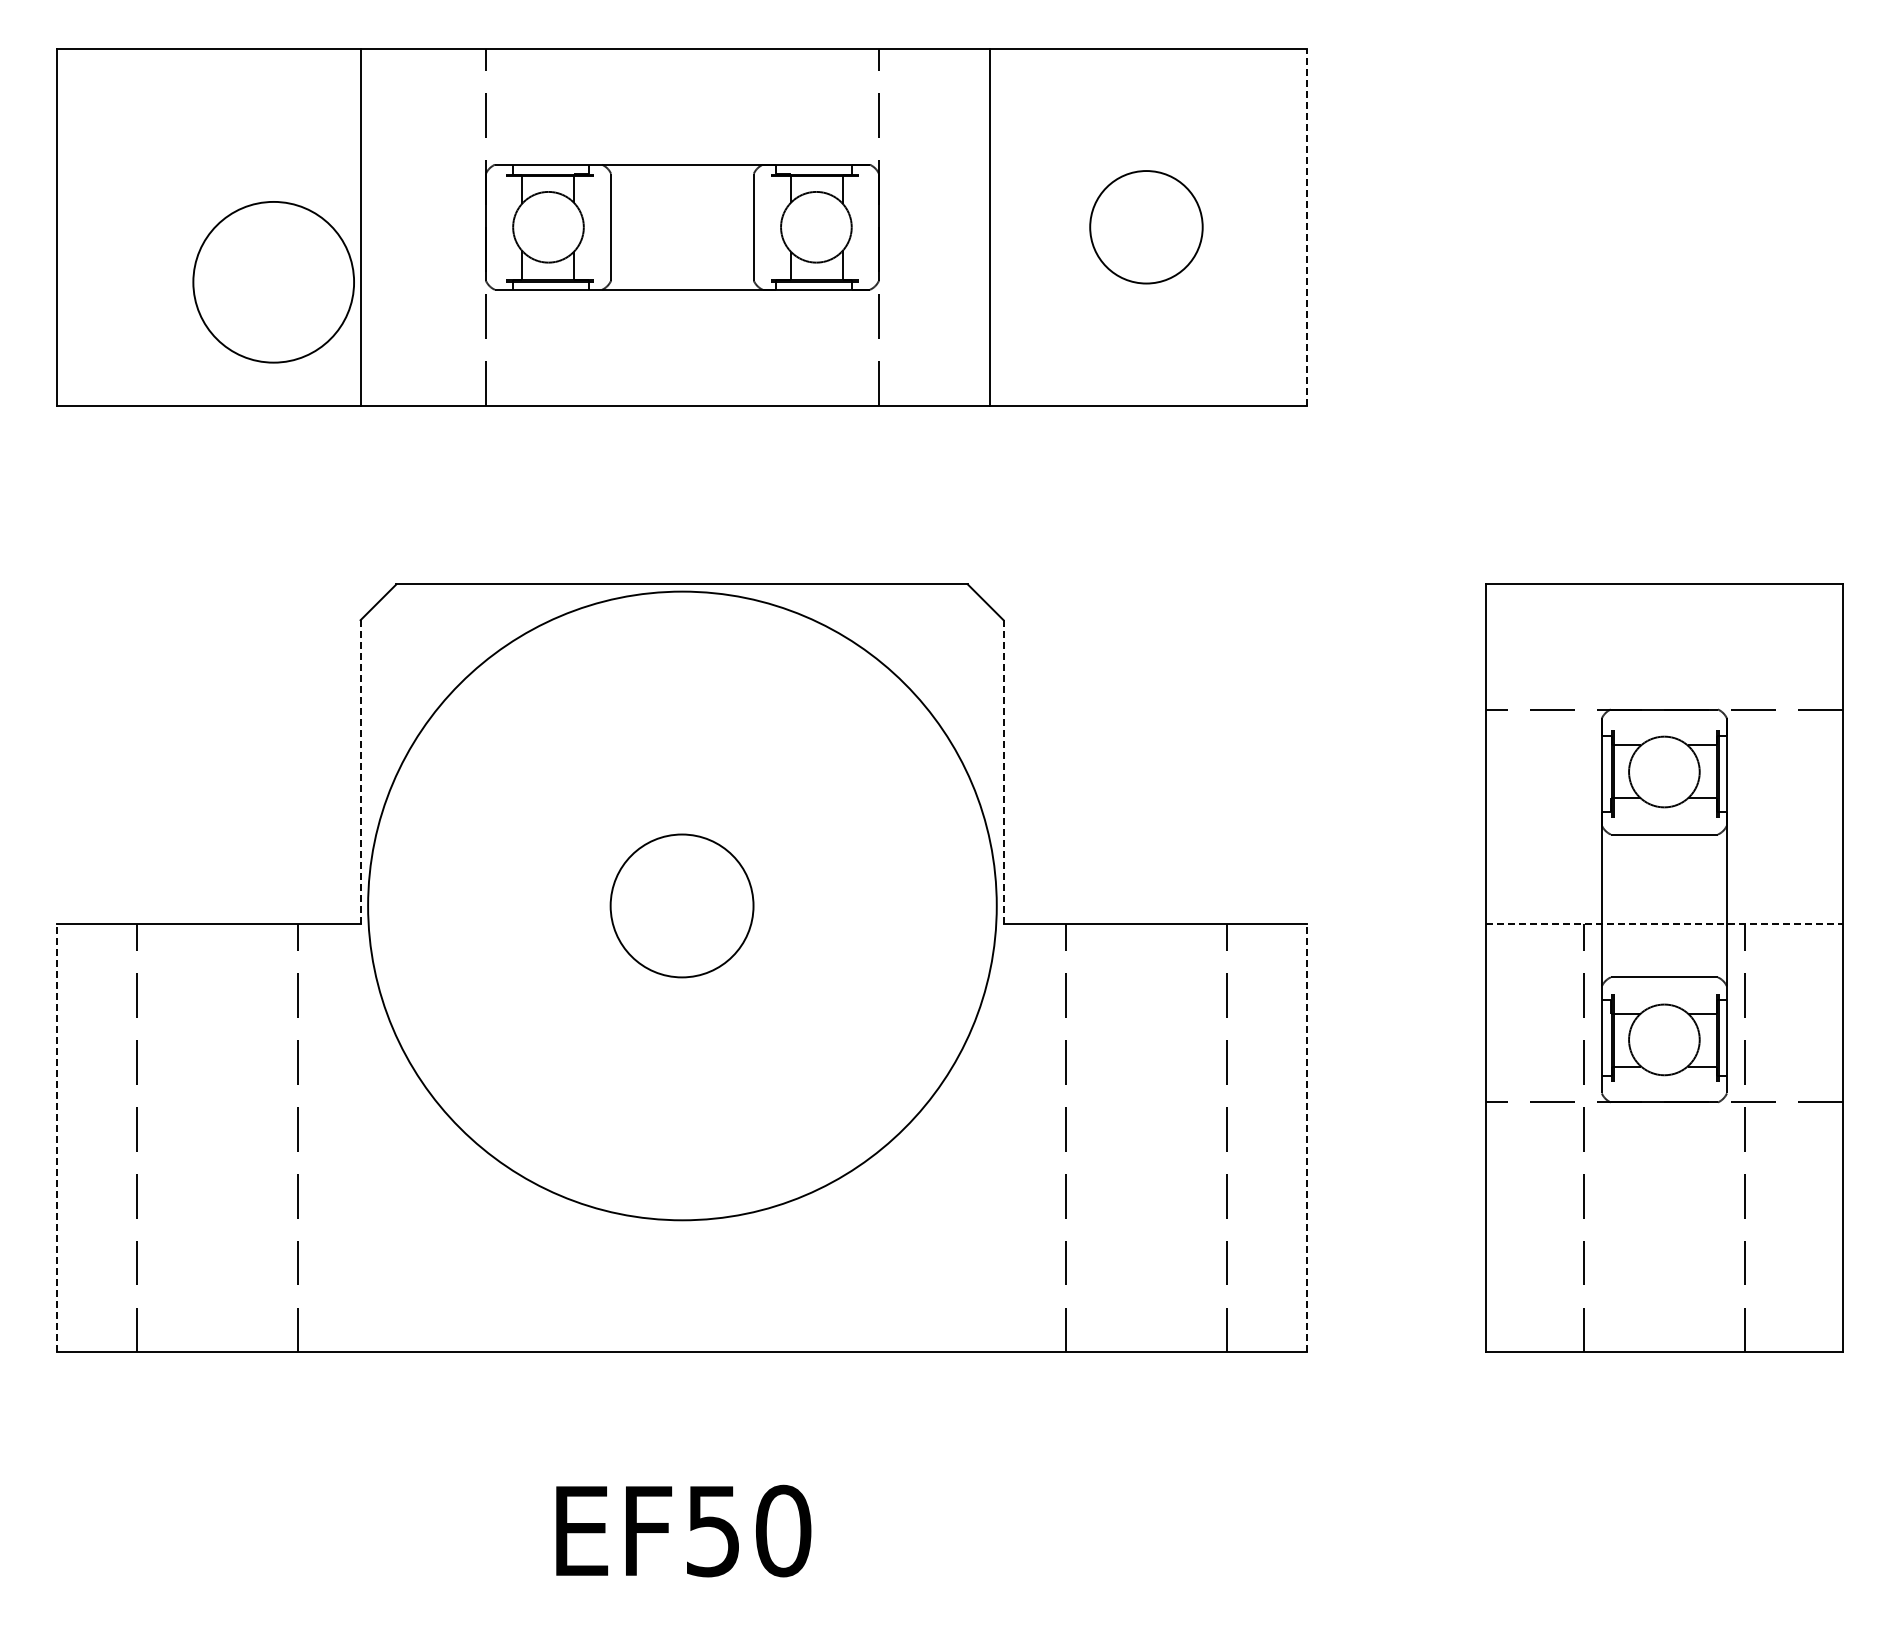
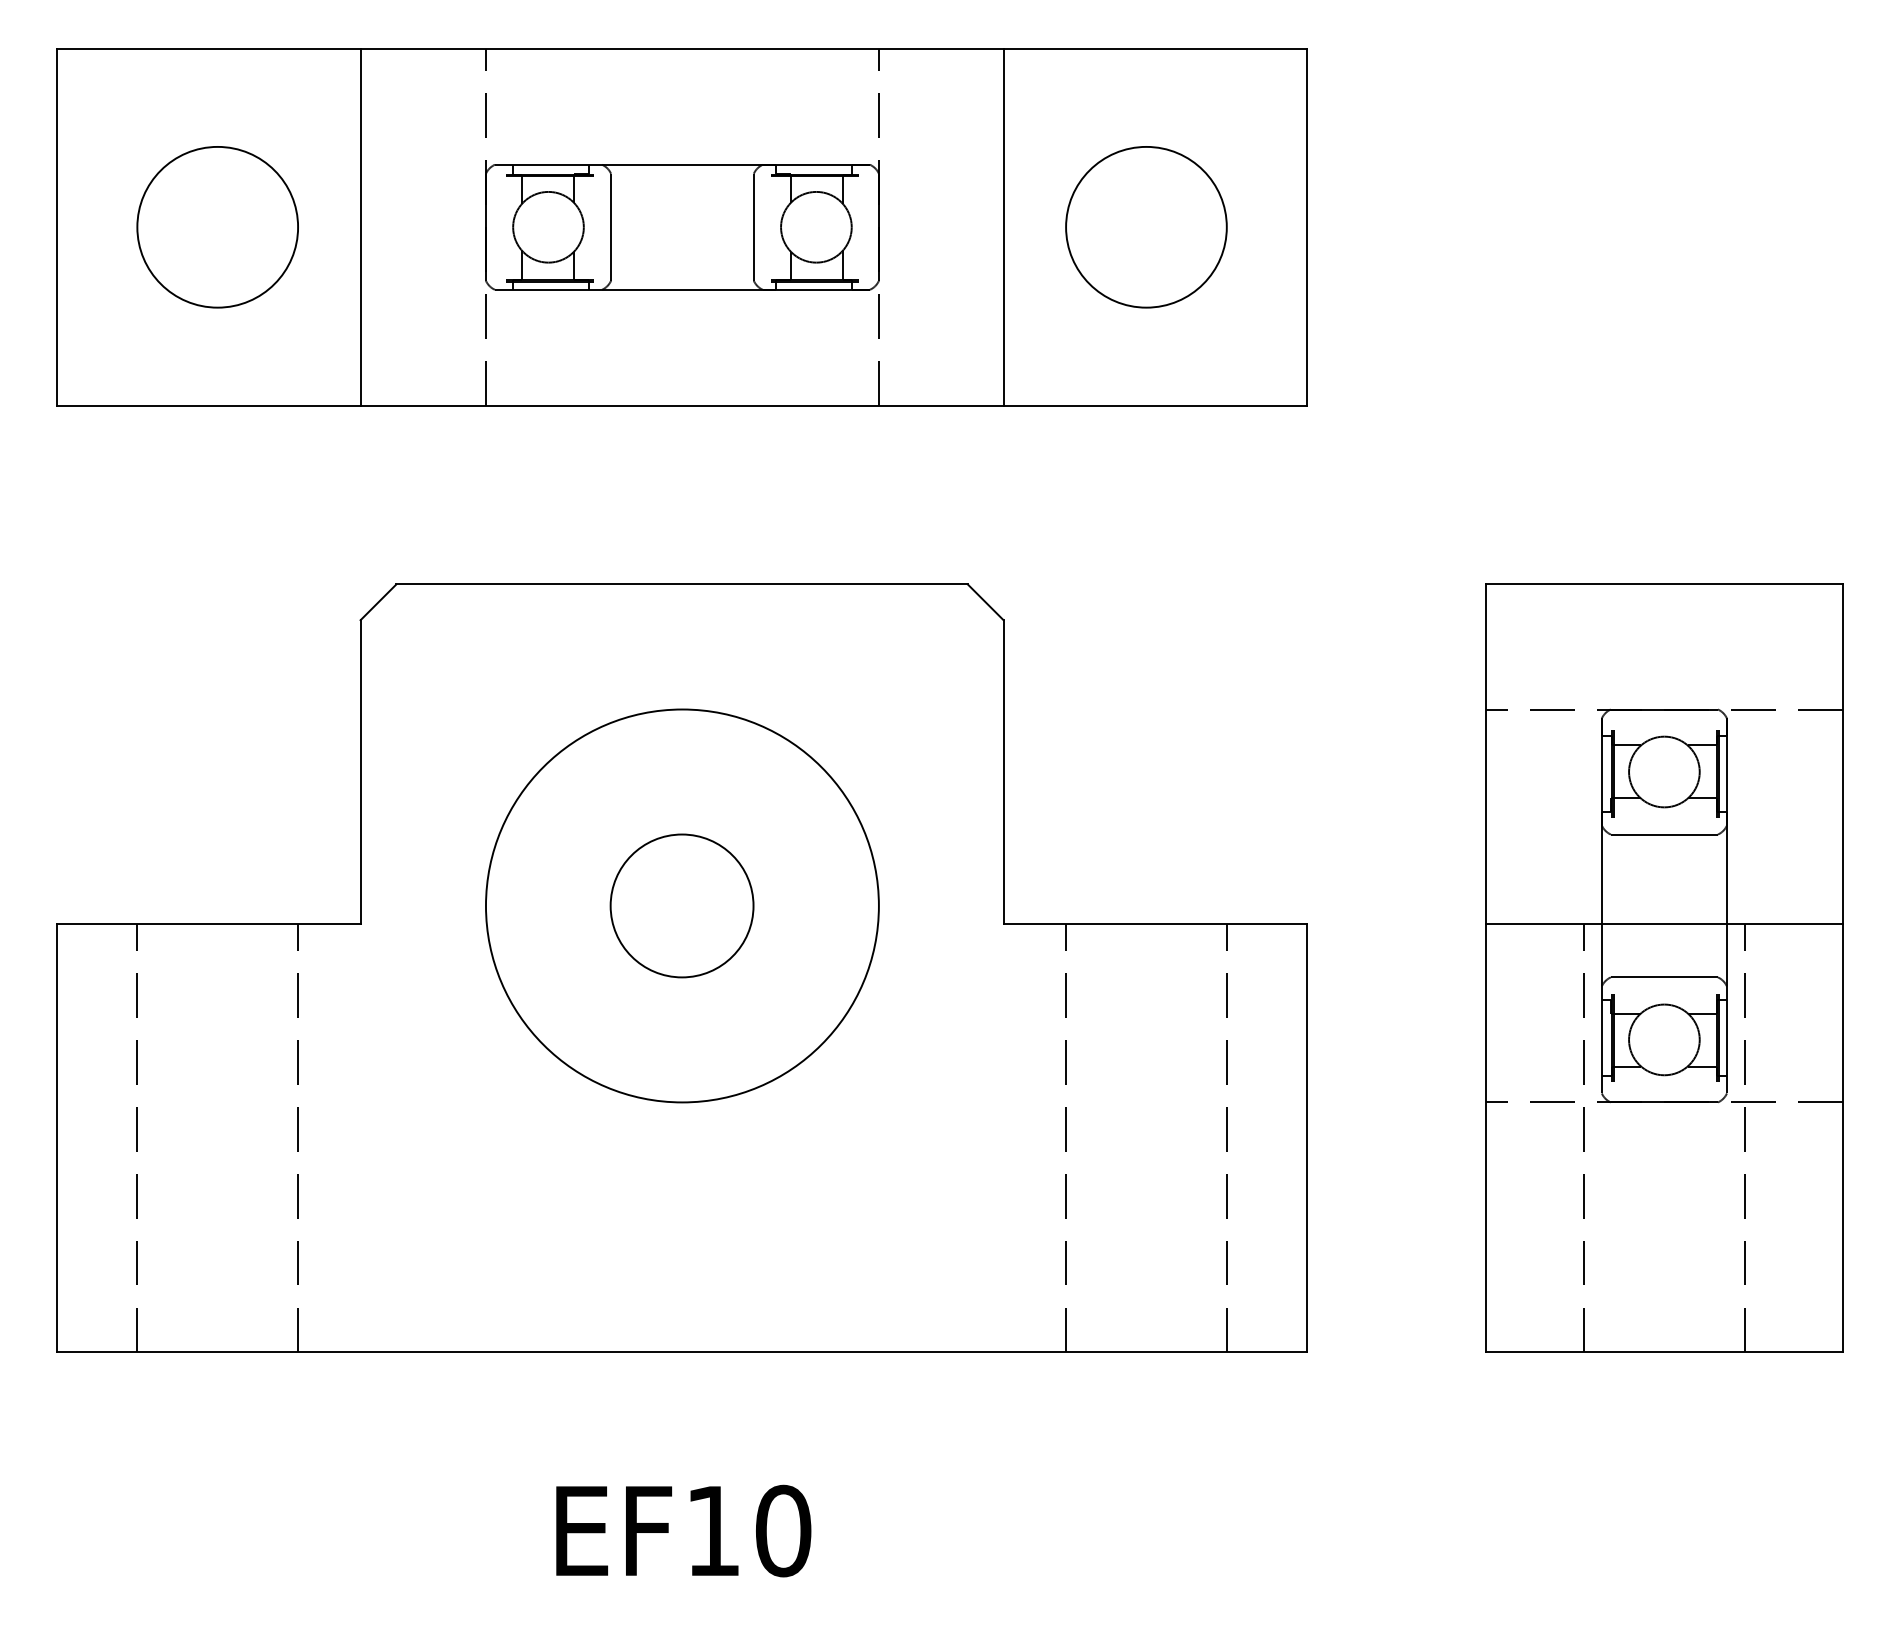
line at (989, 226) position: (989, 226) -> (1003, 226)
circle at (1146, 227) diameter: 113 px -> 161 px
line at (1307, 227): dashed -> solid
circle at (273, 282) position: (273, 282) -> (217, 227)
line at (360, 772): dashed -> solid
line at (1003, 772): dashed -> solid
circle at (682, 905) diameter: 629 px -> 393 px
line at (1664, 923): dashed -> solid
line at (57, 1137): dashed -> solid
line at (1307, 1137): dashed -> solid
text at (712, 1531): EF50 -> EF10
